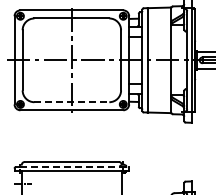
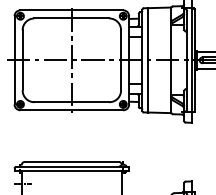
line at (72, 102): dashed -> solid
line at (75, 166): dashed -> solid
